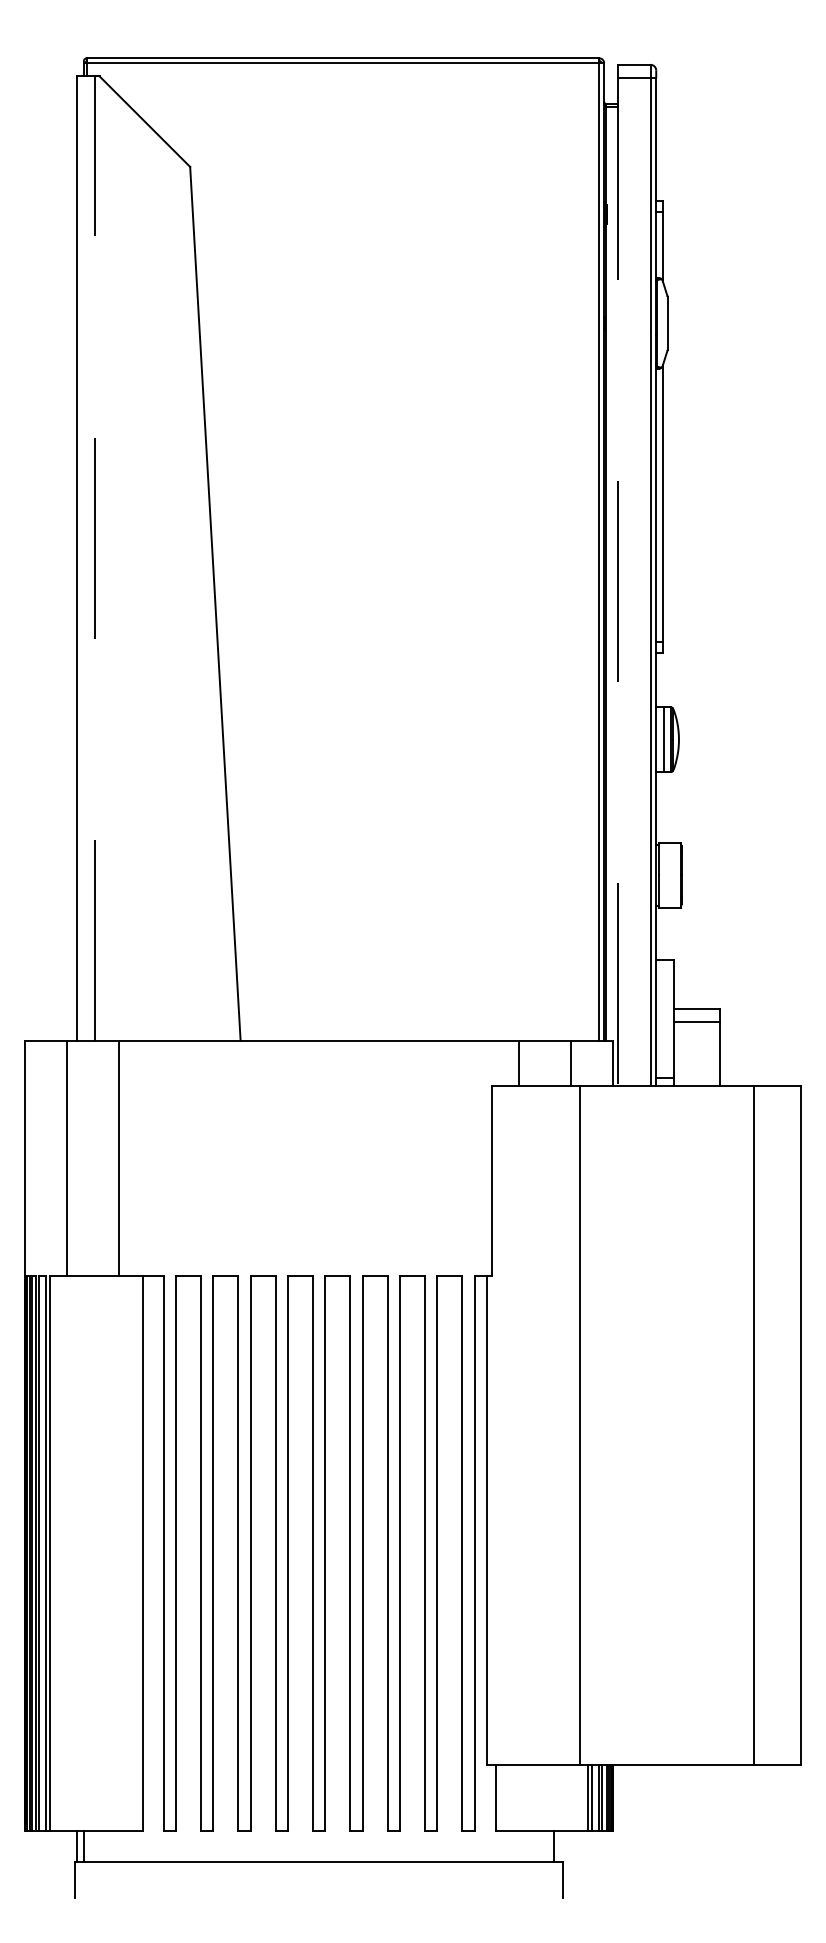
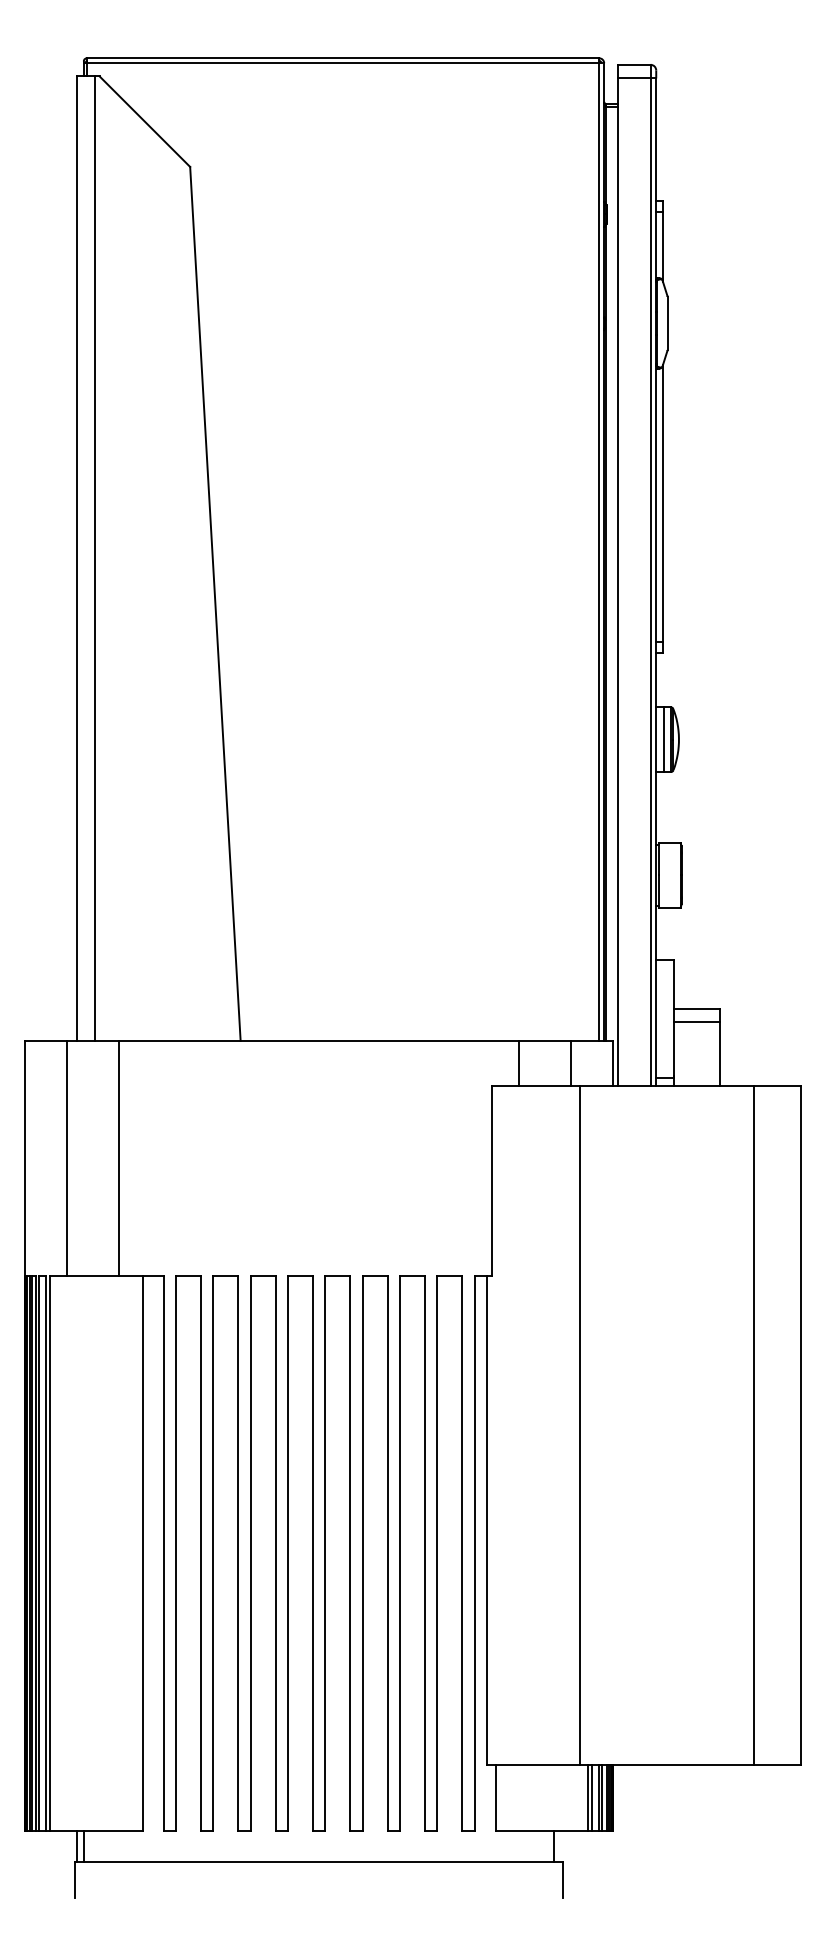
line at (95, 558): dashed -> solid
line at (617, 582): dashed -> solid
